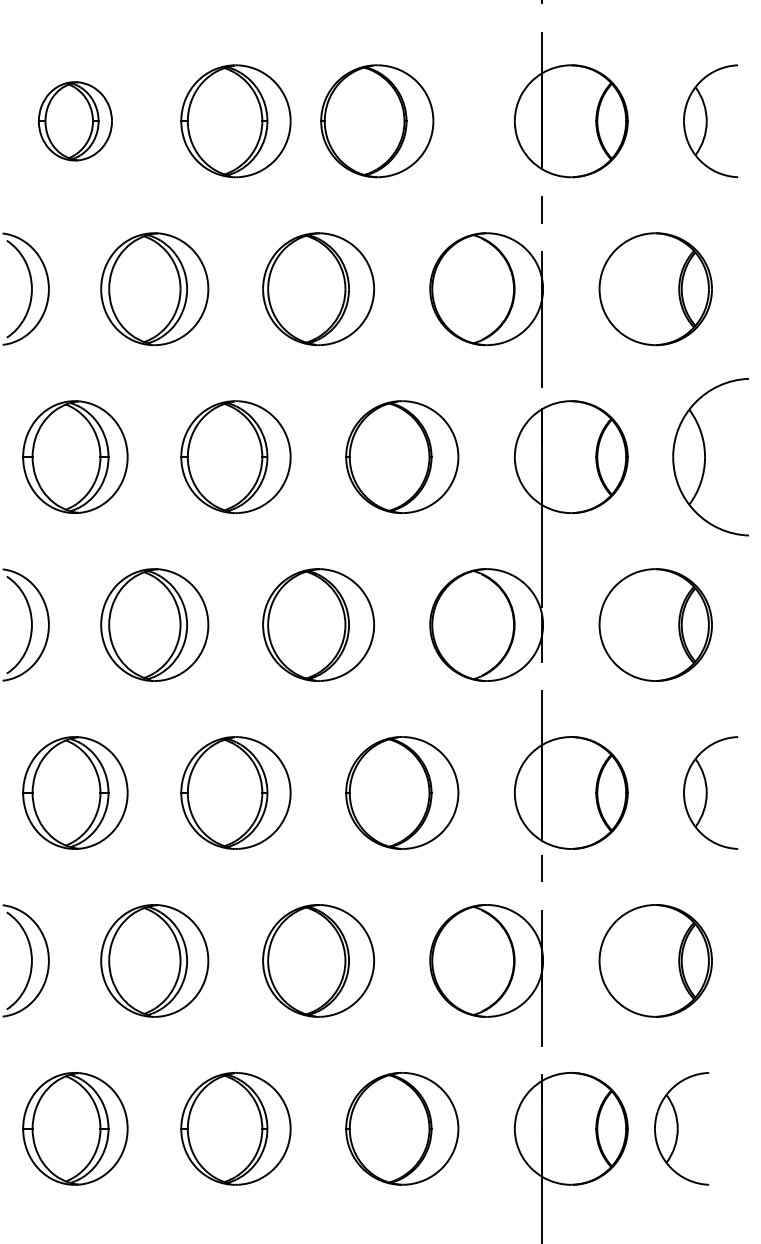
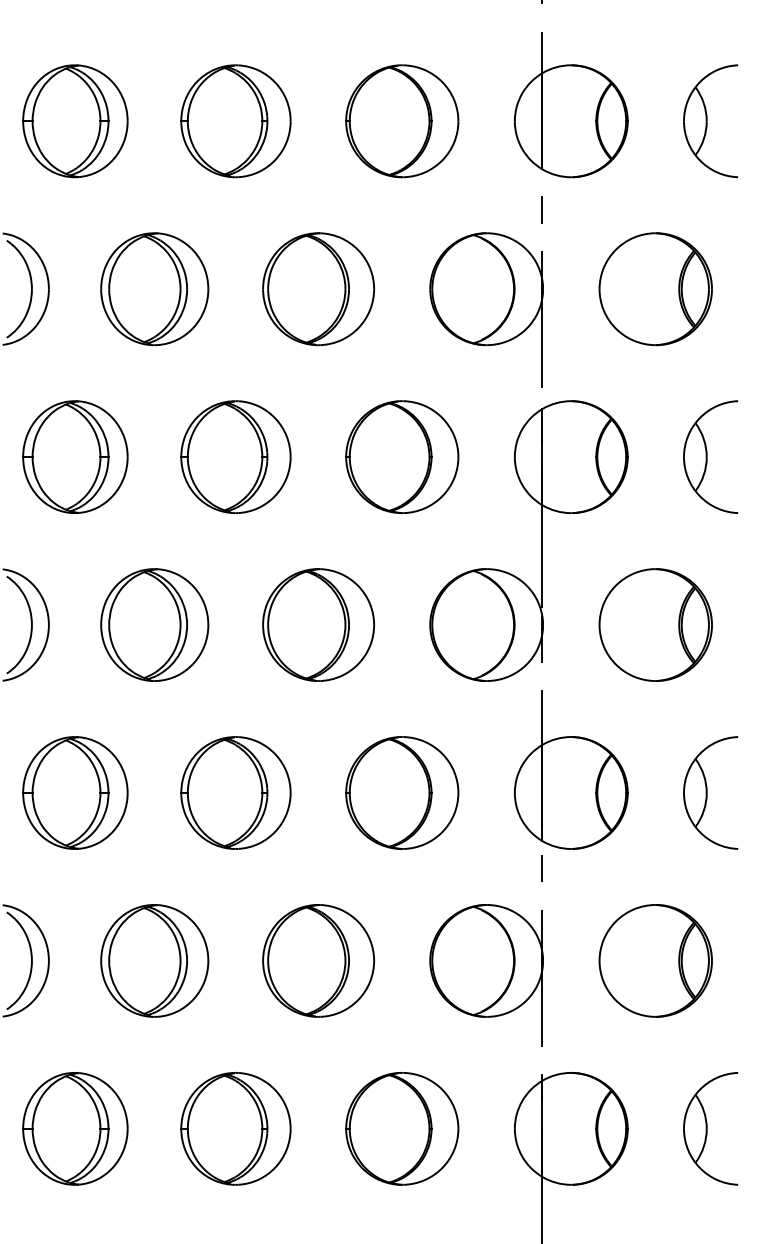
part at (75, 121) size: 75x81 px -> 107x115 px
part at (377, 121) position: (377, 121) -> (402, 121)
part at (710, 457) size: 77x159 px -> 56x114 px
part at (681, 1128) position: (681, 1128) -> (710, 1128)
